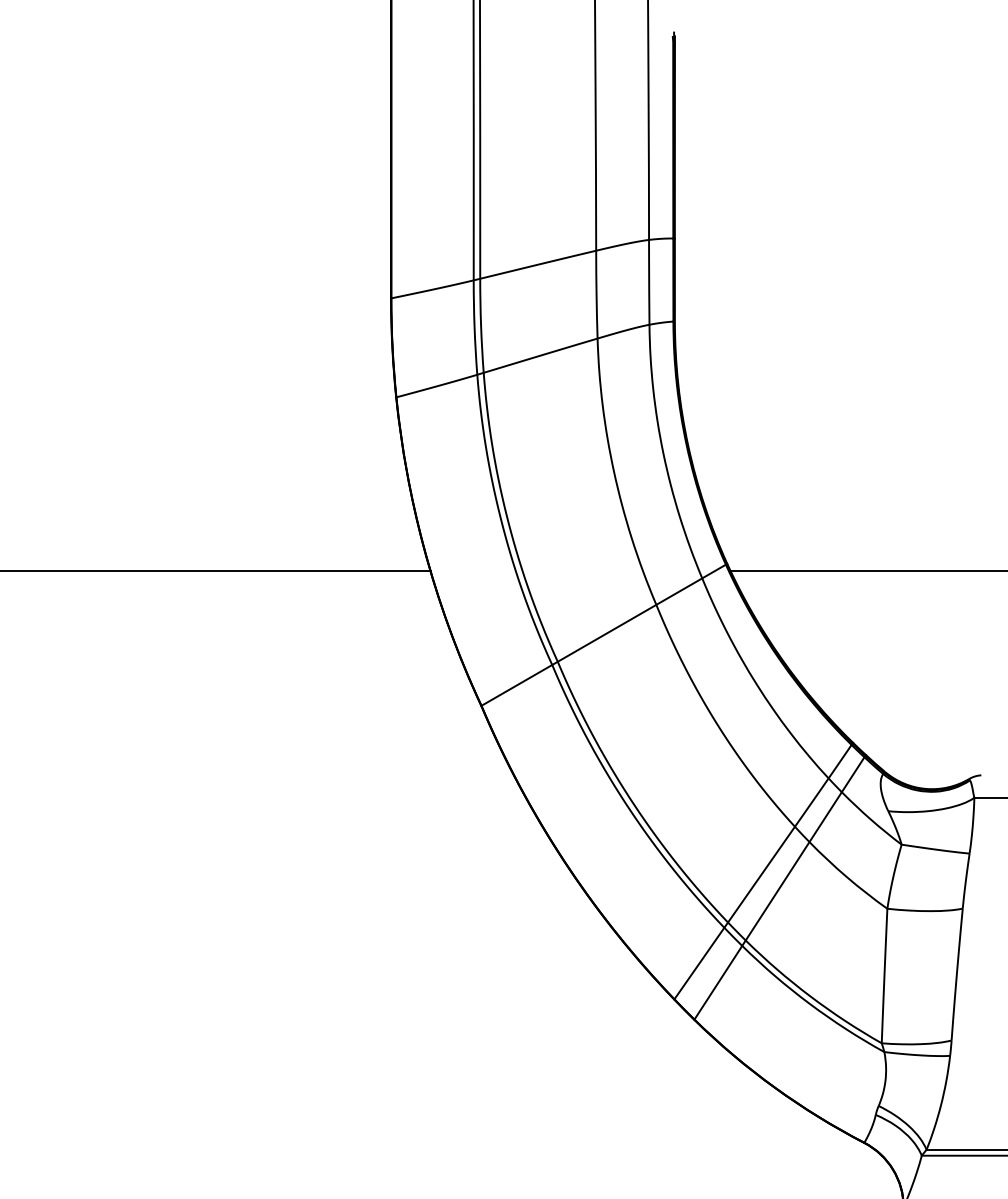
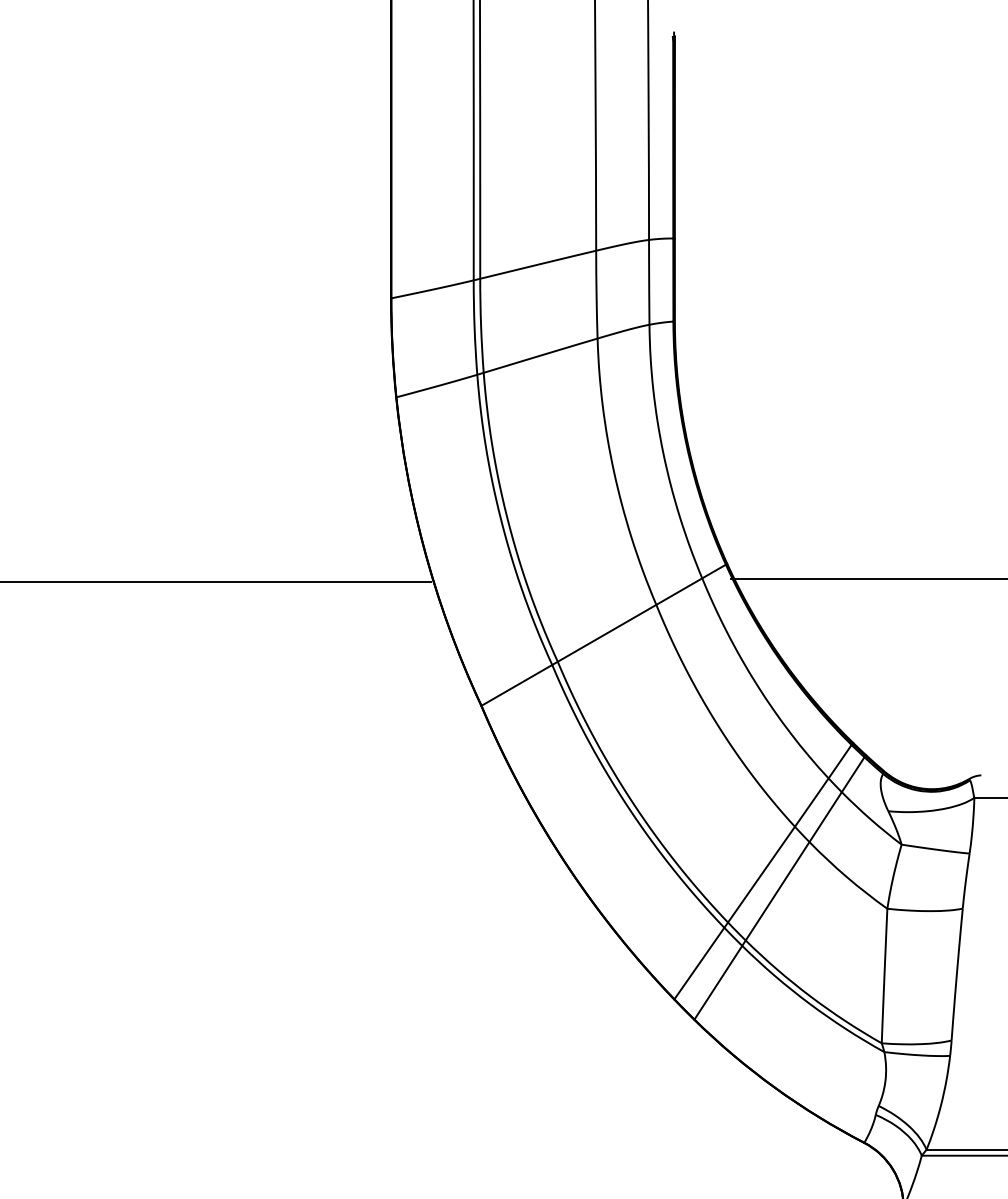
line at (216, 571) position: (216, 571) -> (216, 582)
line at (867, 571) position: (867, 571) -> (867, 579)
